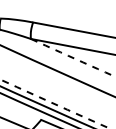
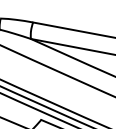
arc at (73, 58): dashed -> solid
arc at (55, 104): dashed -> solid
